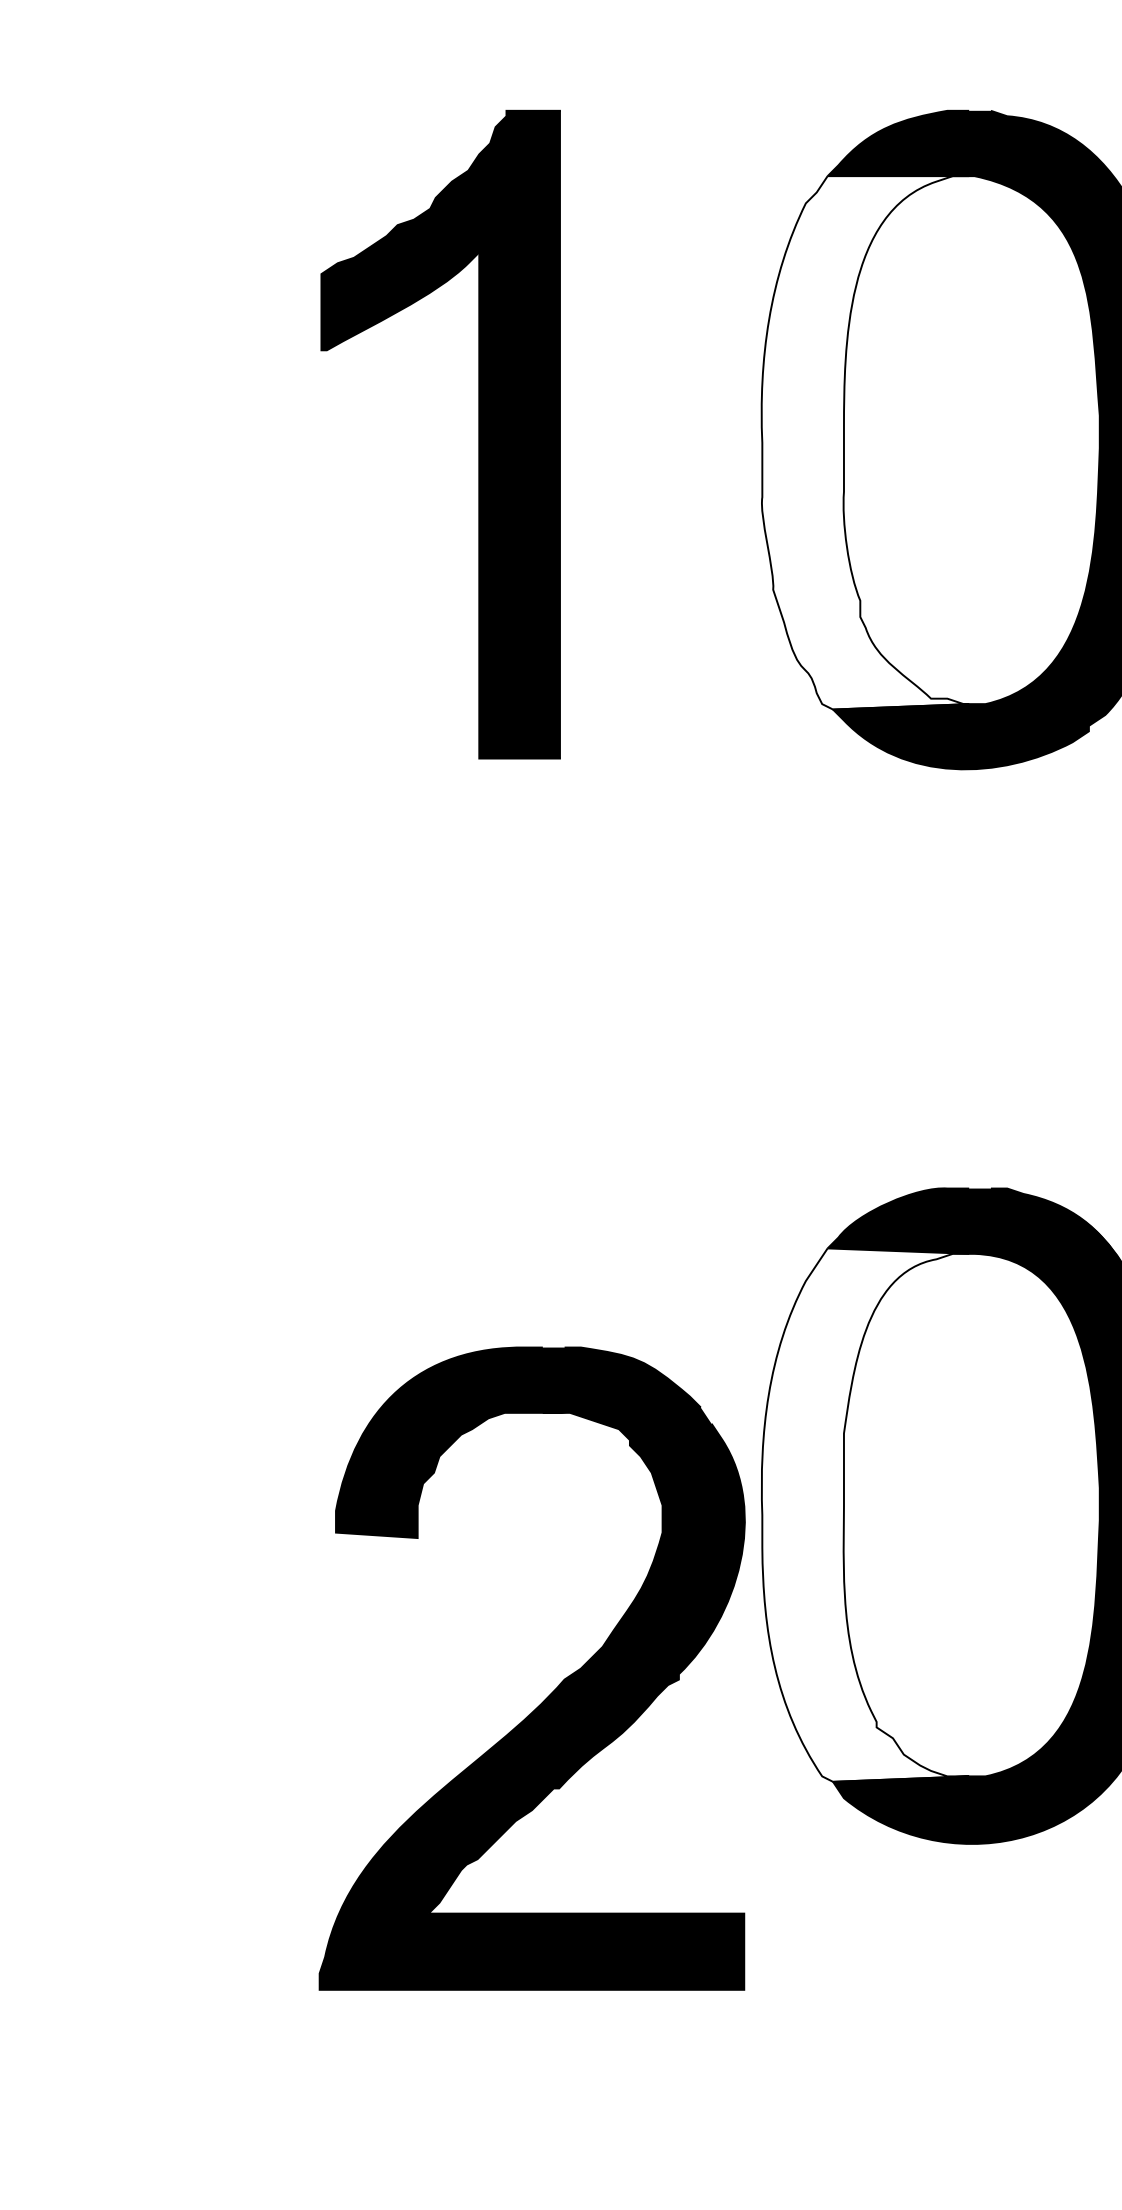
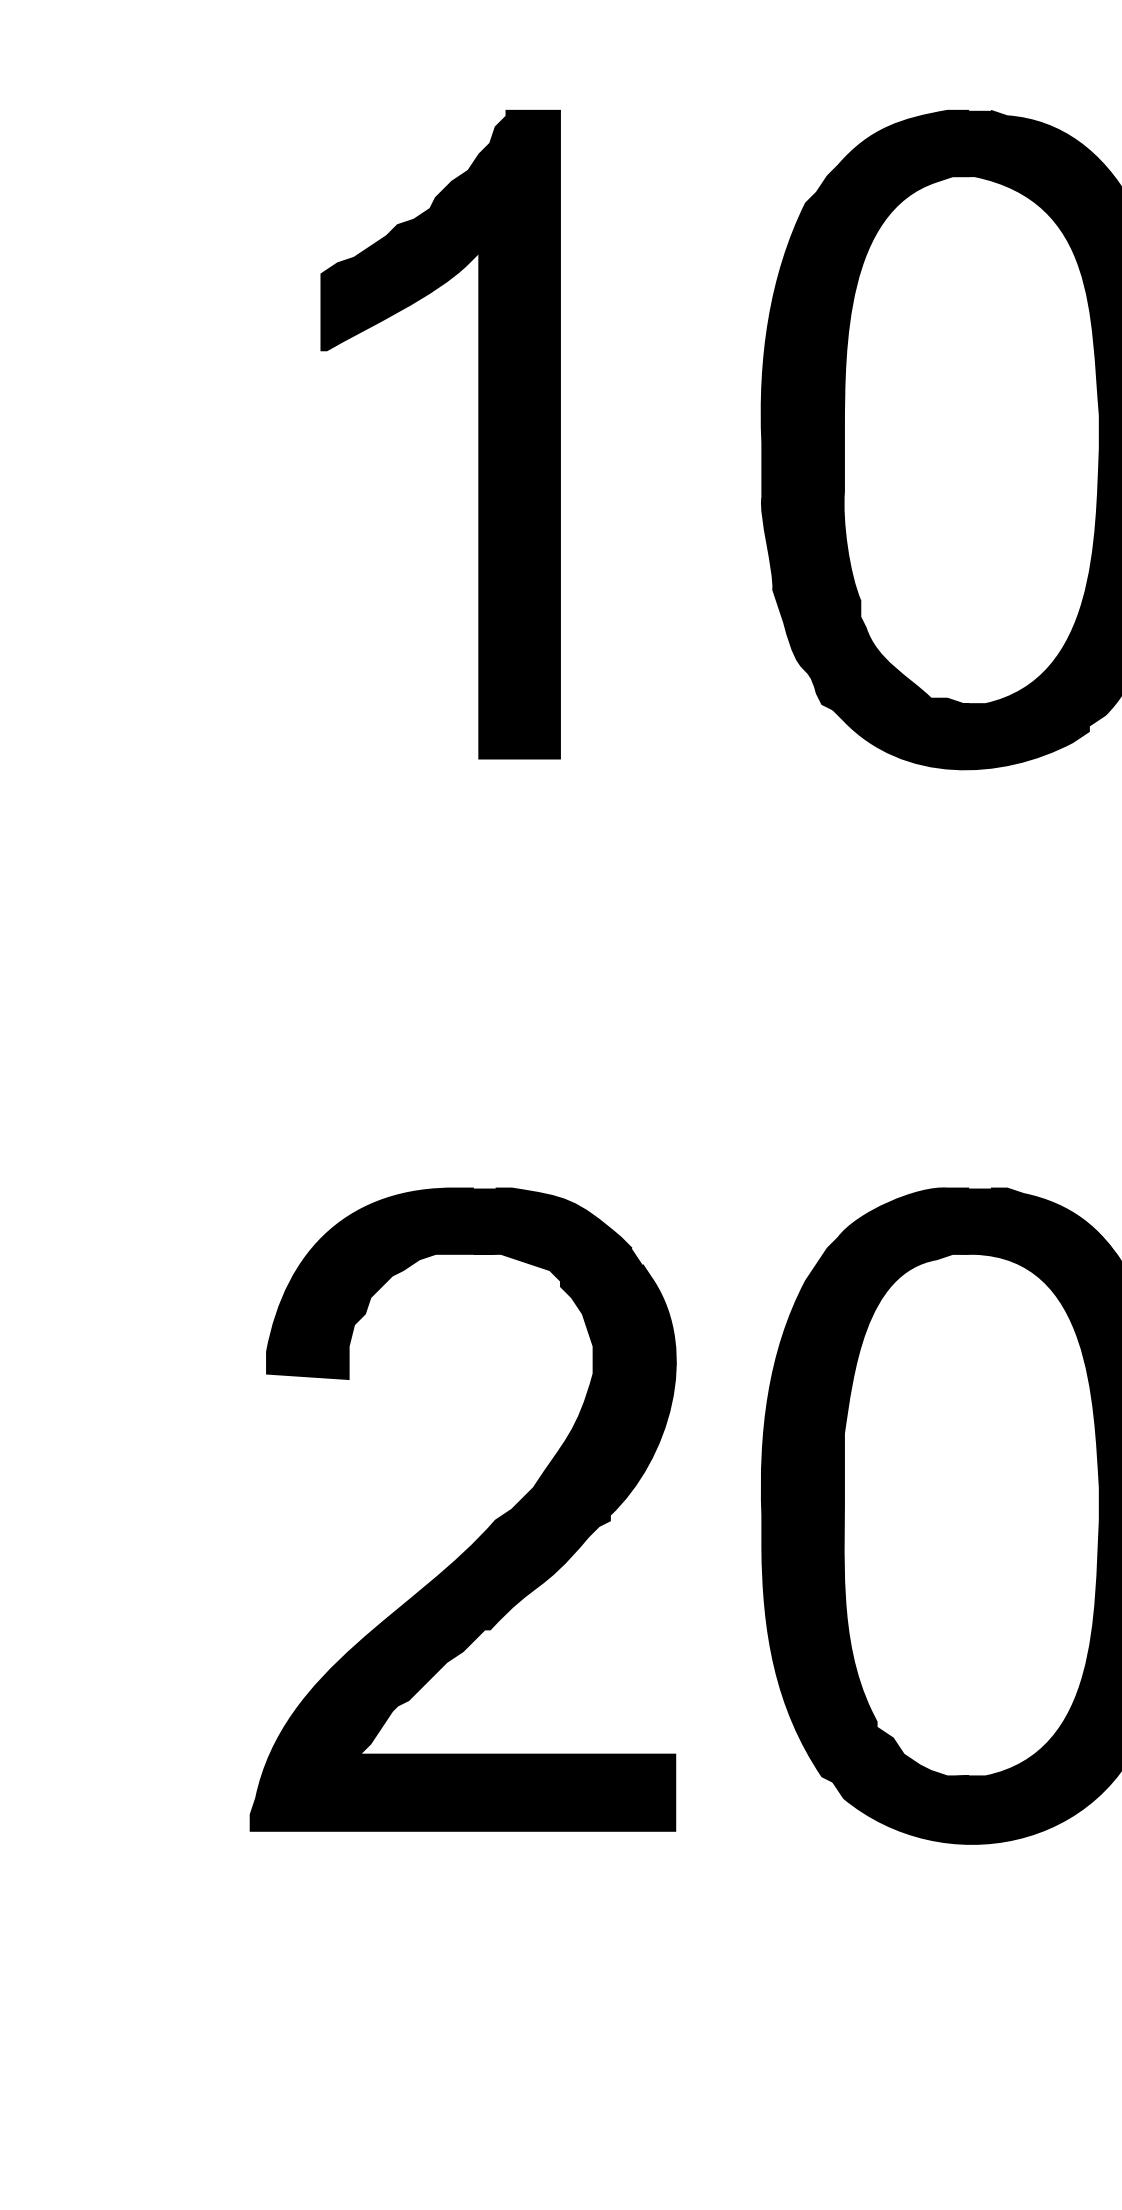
fill at (865, 442): none -> present
fill at (865, 1514): none -> present
part at (553, 1690) position: (553, 1690) -> (484, 1531)
